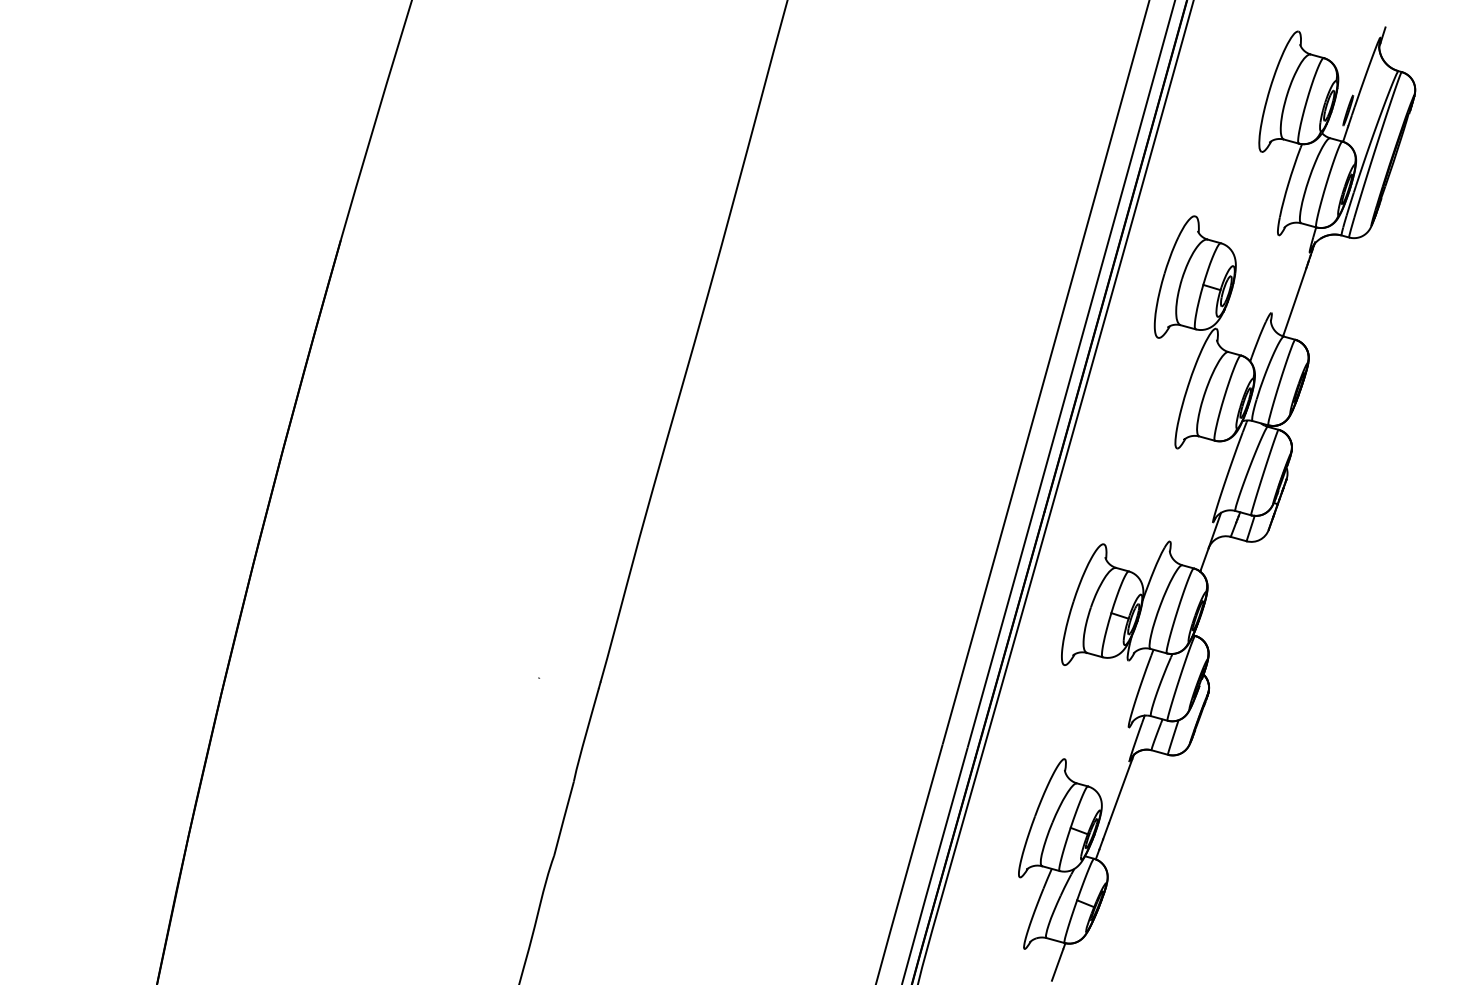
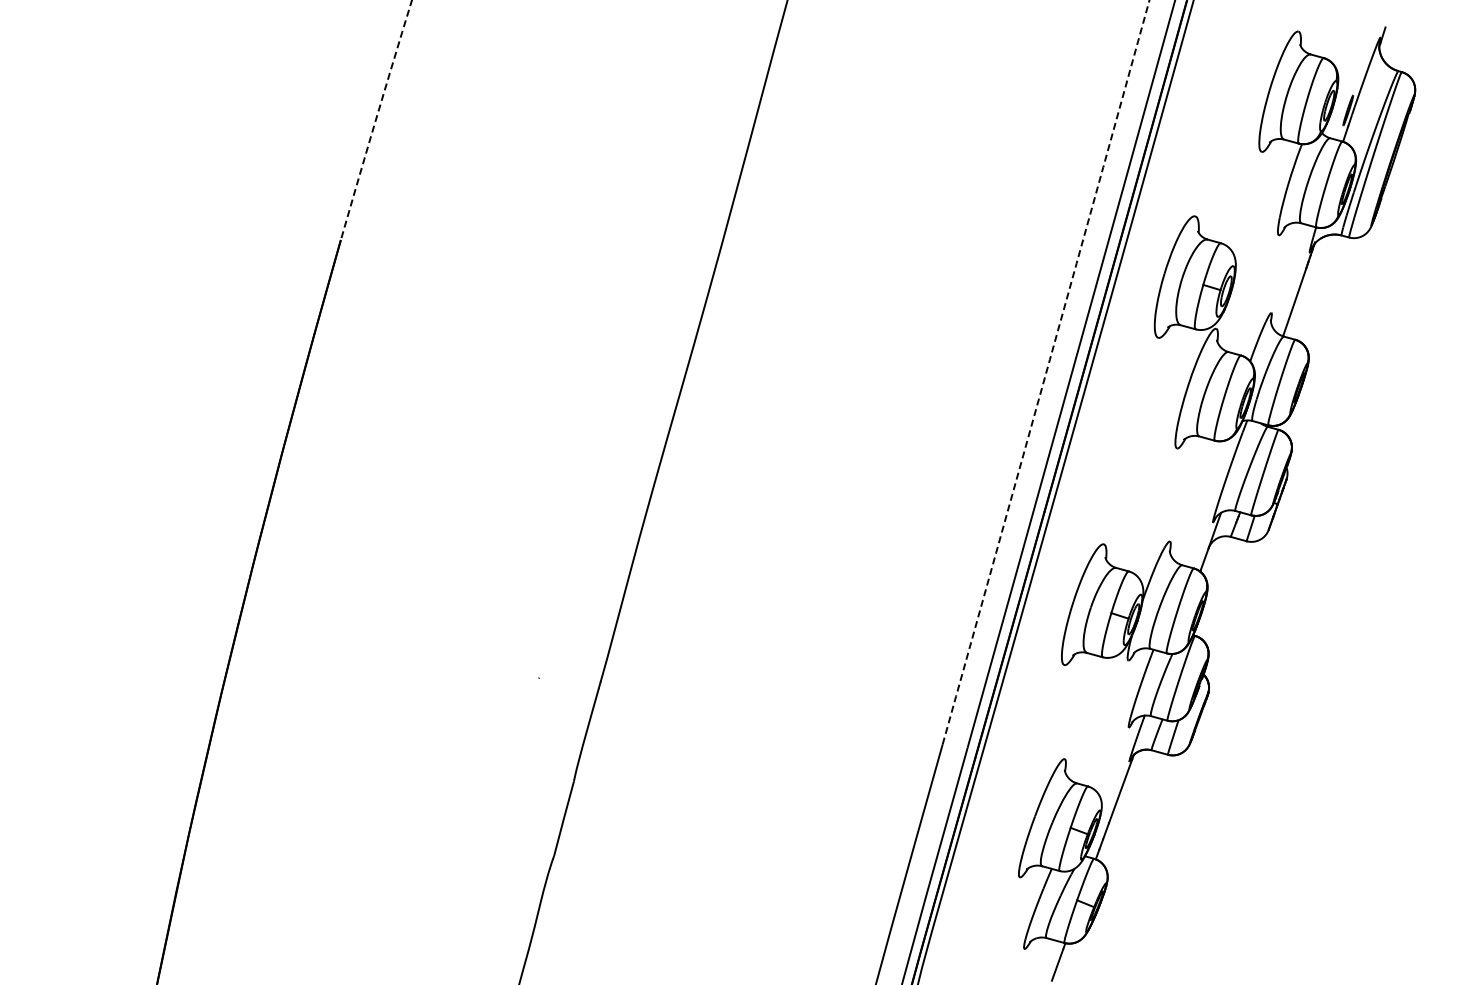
arc at (375, 120): solid -> dashed
arc at (1046, 372): solid -> dashed
